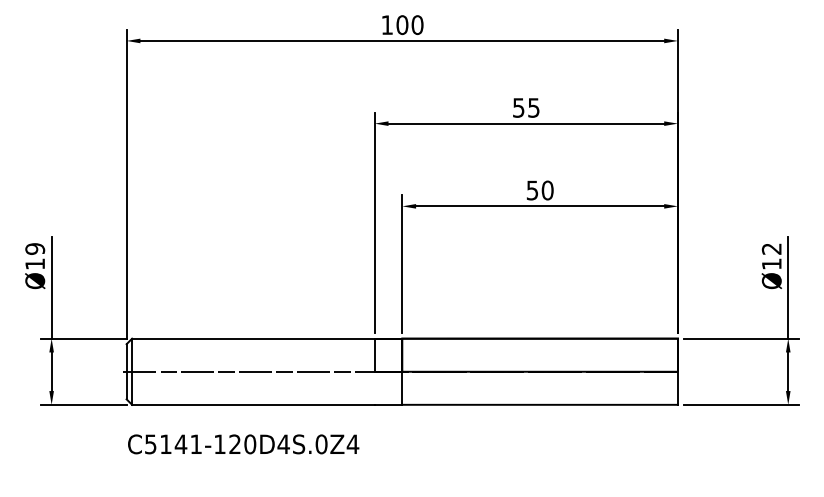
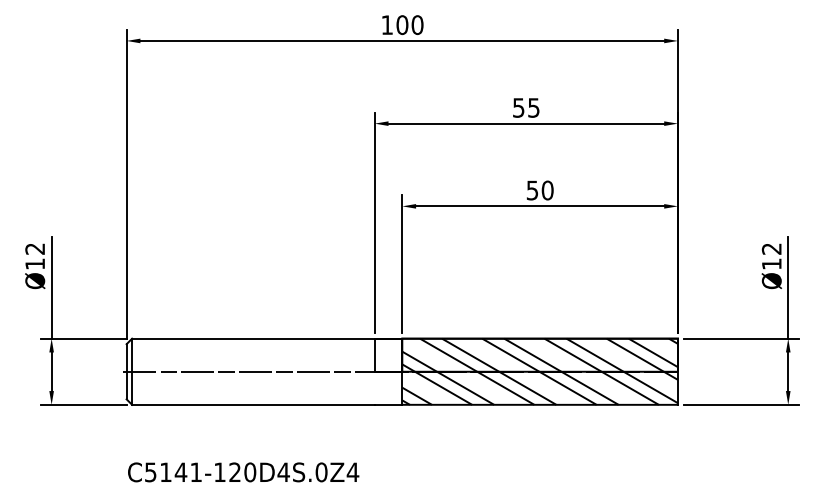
text at (35, 248): Ø19 -> Ø12
hatch at (539, 371): none -> present
text at (243, 444) position: (243, 444) -> (243, 472)
